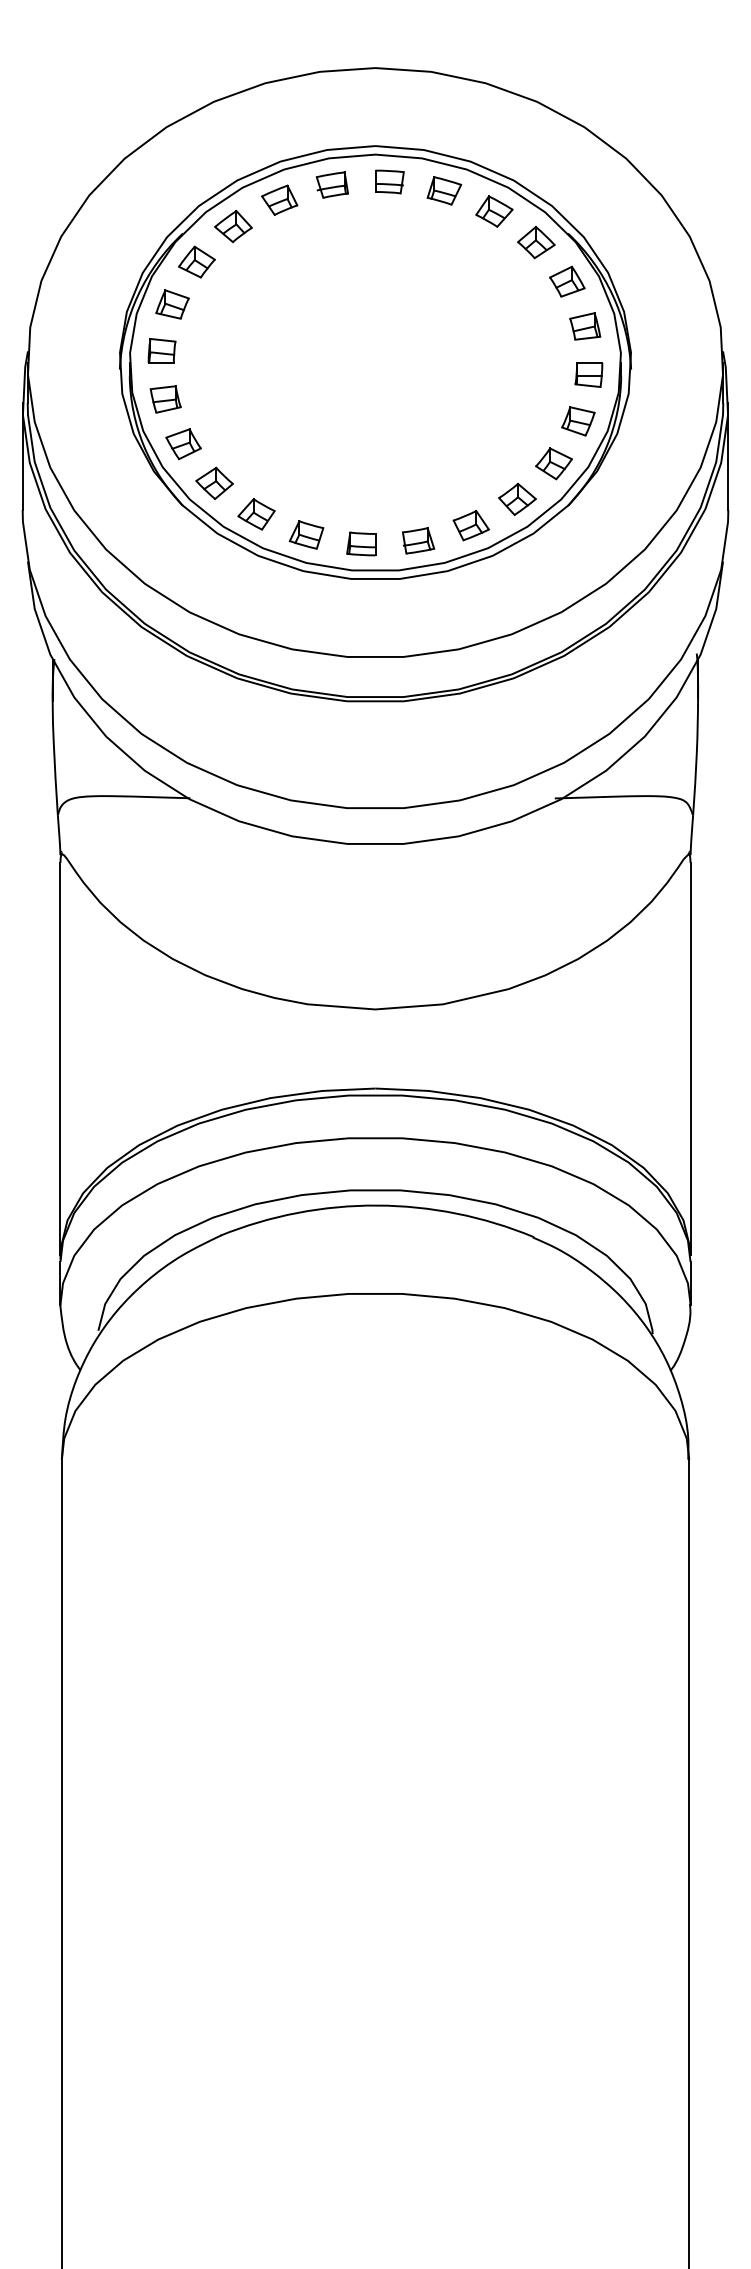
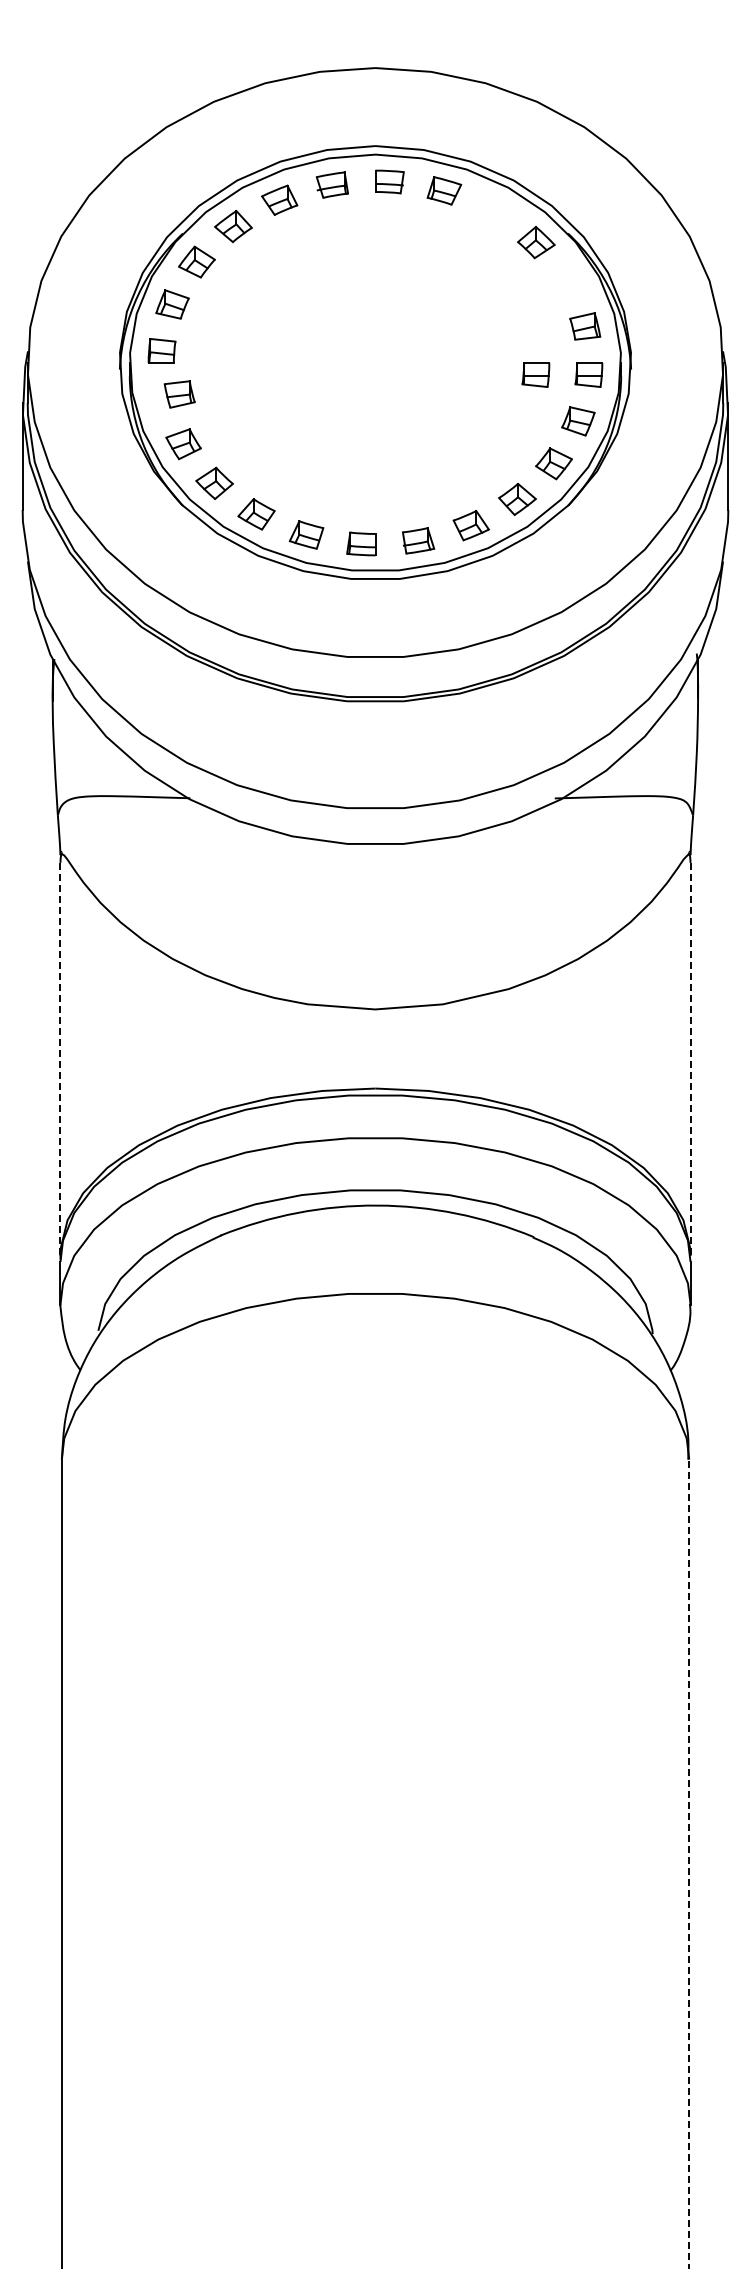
part at (494, 211): present -> none
part at (567, 281): present -> none
part at (535, 374): none -> present
part at (165, 399) position: (165, 399) -> (179, 394)
line at (690, 1058): solid -> dashed
line at (60, 1059): solid -> dashed
line at (689, 1863): solid -> dashed
